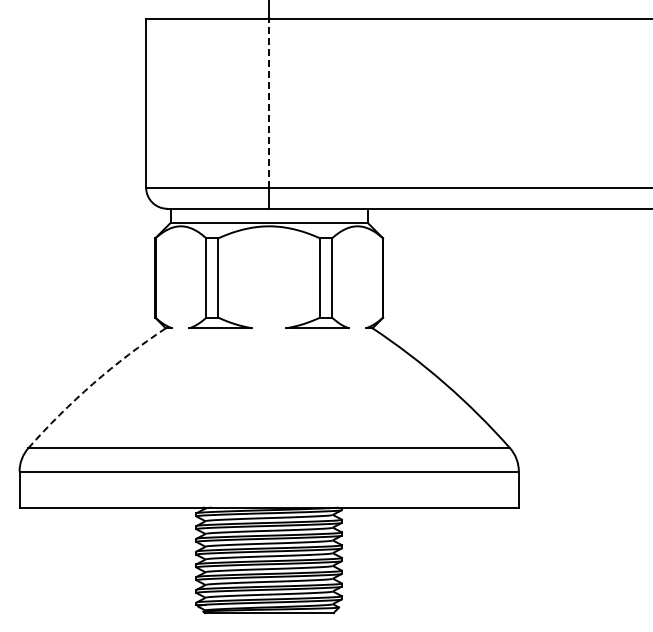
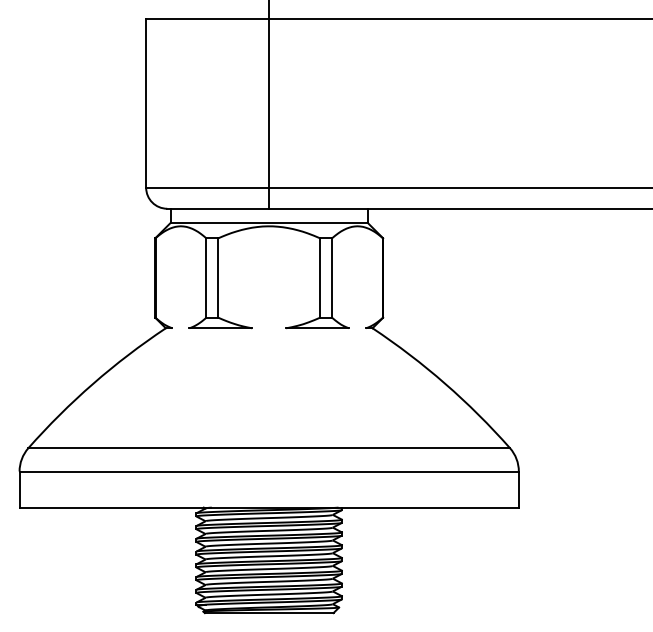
line at (269, 102): dashed -> solid
arc at (93, 383): dashed -> solid
